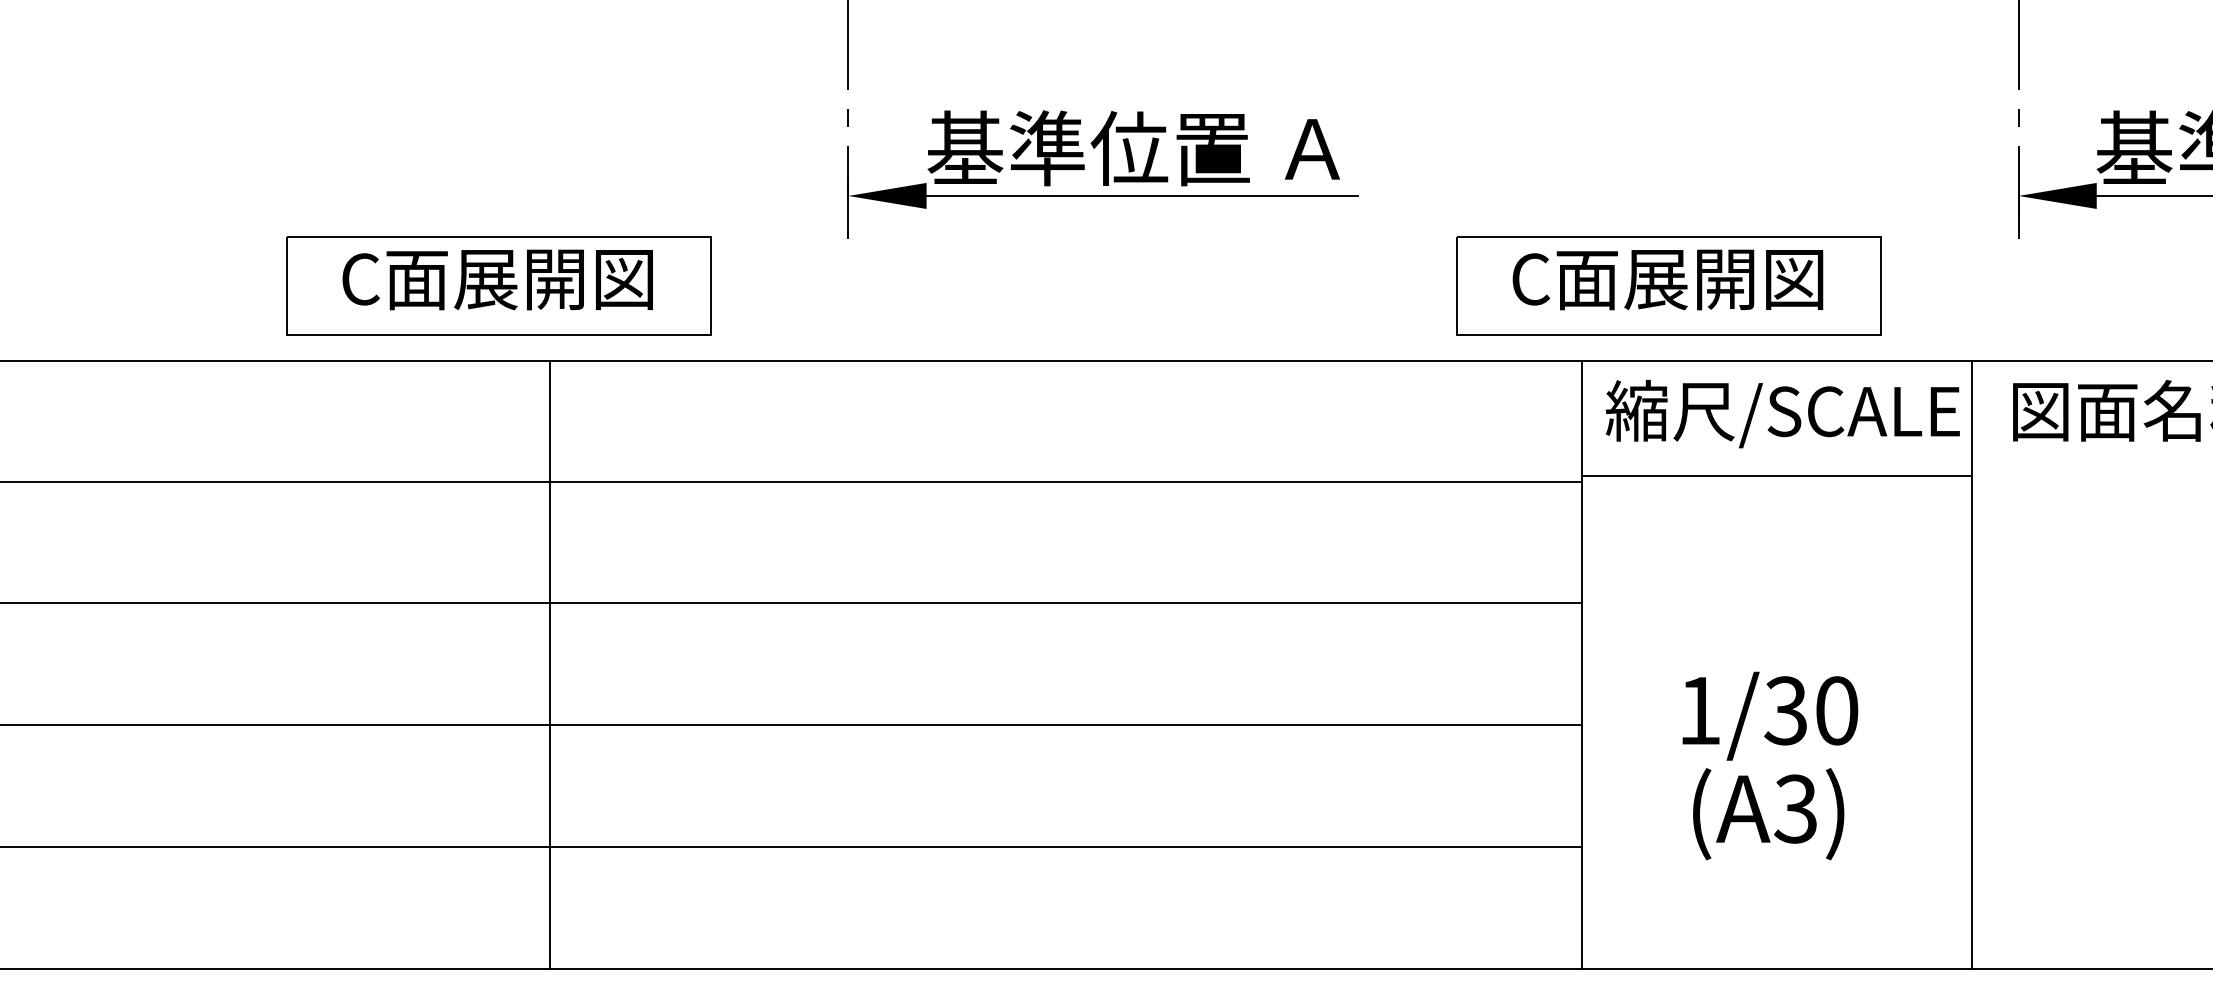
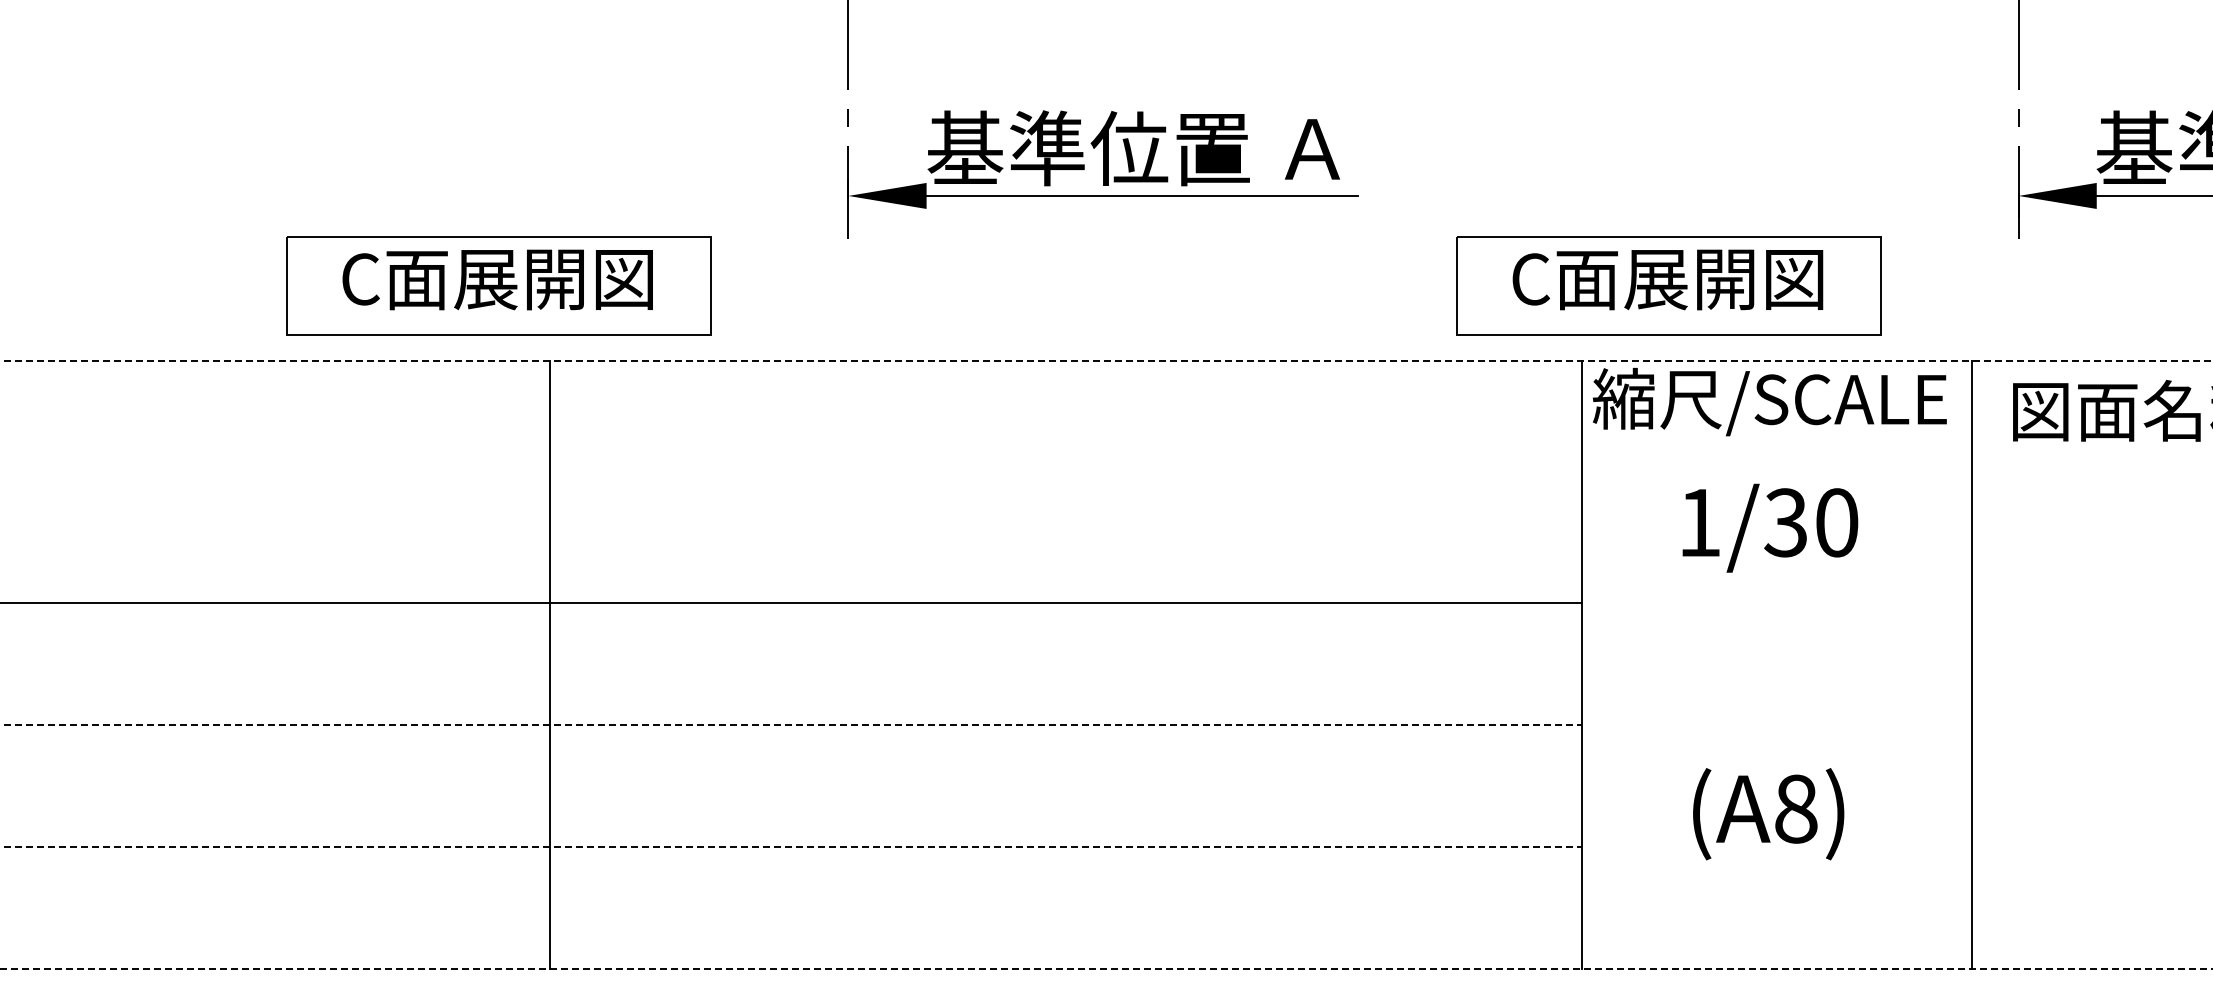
line at (1106, 360): solid -> dashed
text at (1782, 414) position: (1782, 414) -> (1769, 402)
line at (1777, 475): present -> none
line at (792, 481): present -> none
text at (1770, 715) position: (1770, 715) -> (1770, 527)
line at (791, 724): solid -> dashed
text at (1795, 808): (A3) -> (A8)
line at (791, 846): solid -> dashed
line at (1105, 968): solid -> dashed
